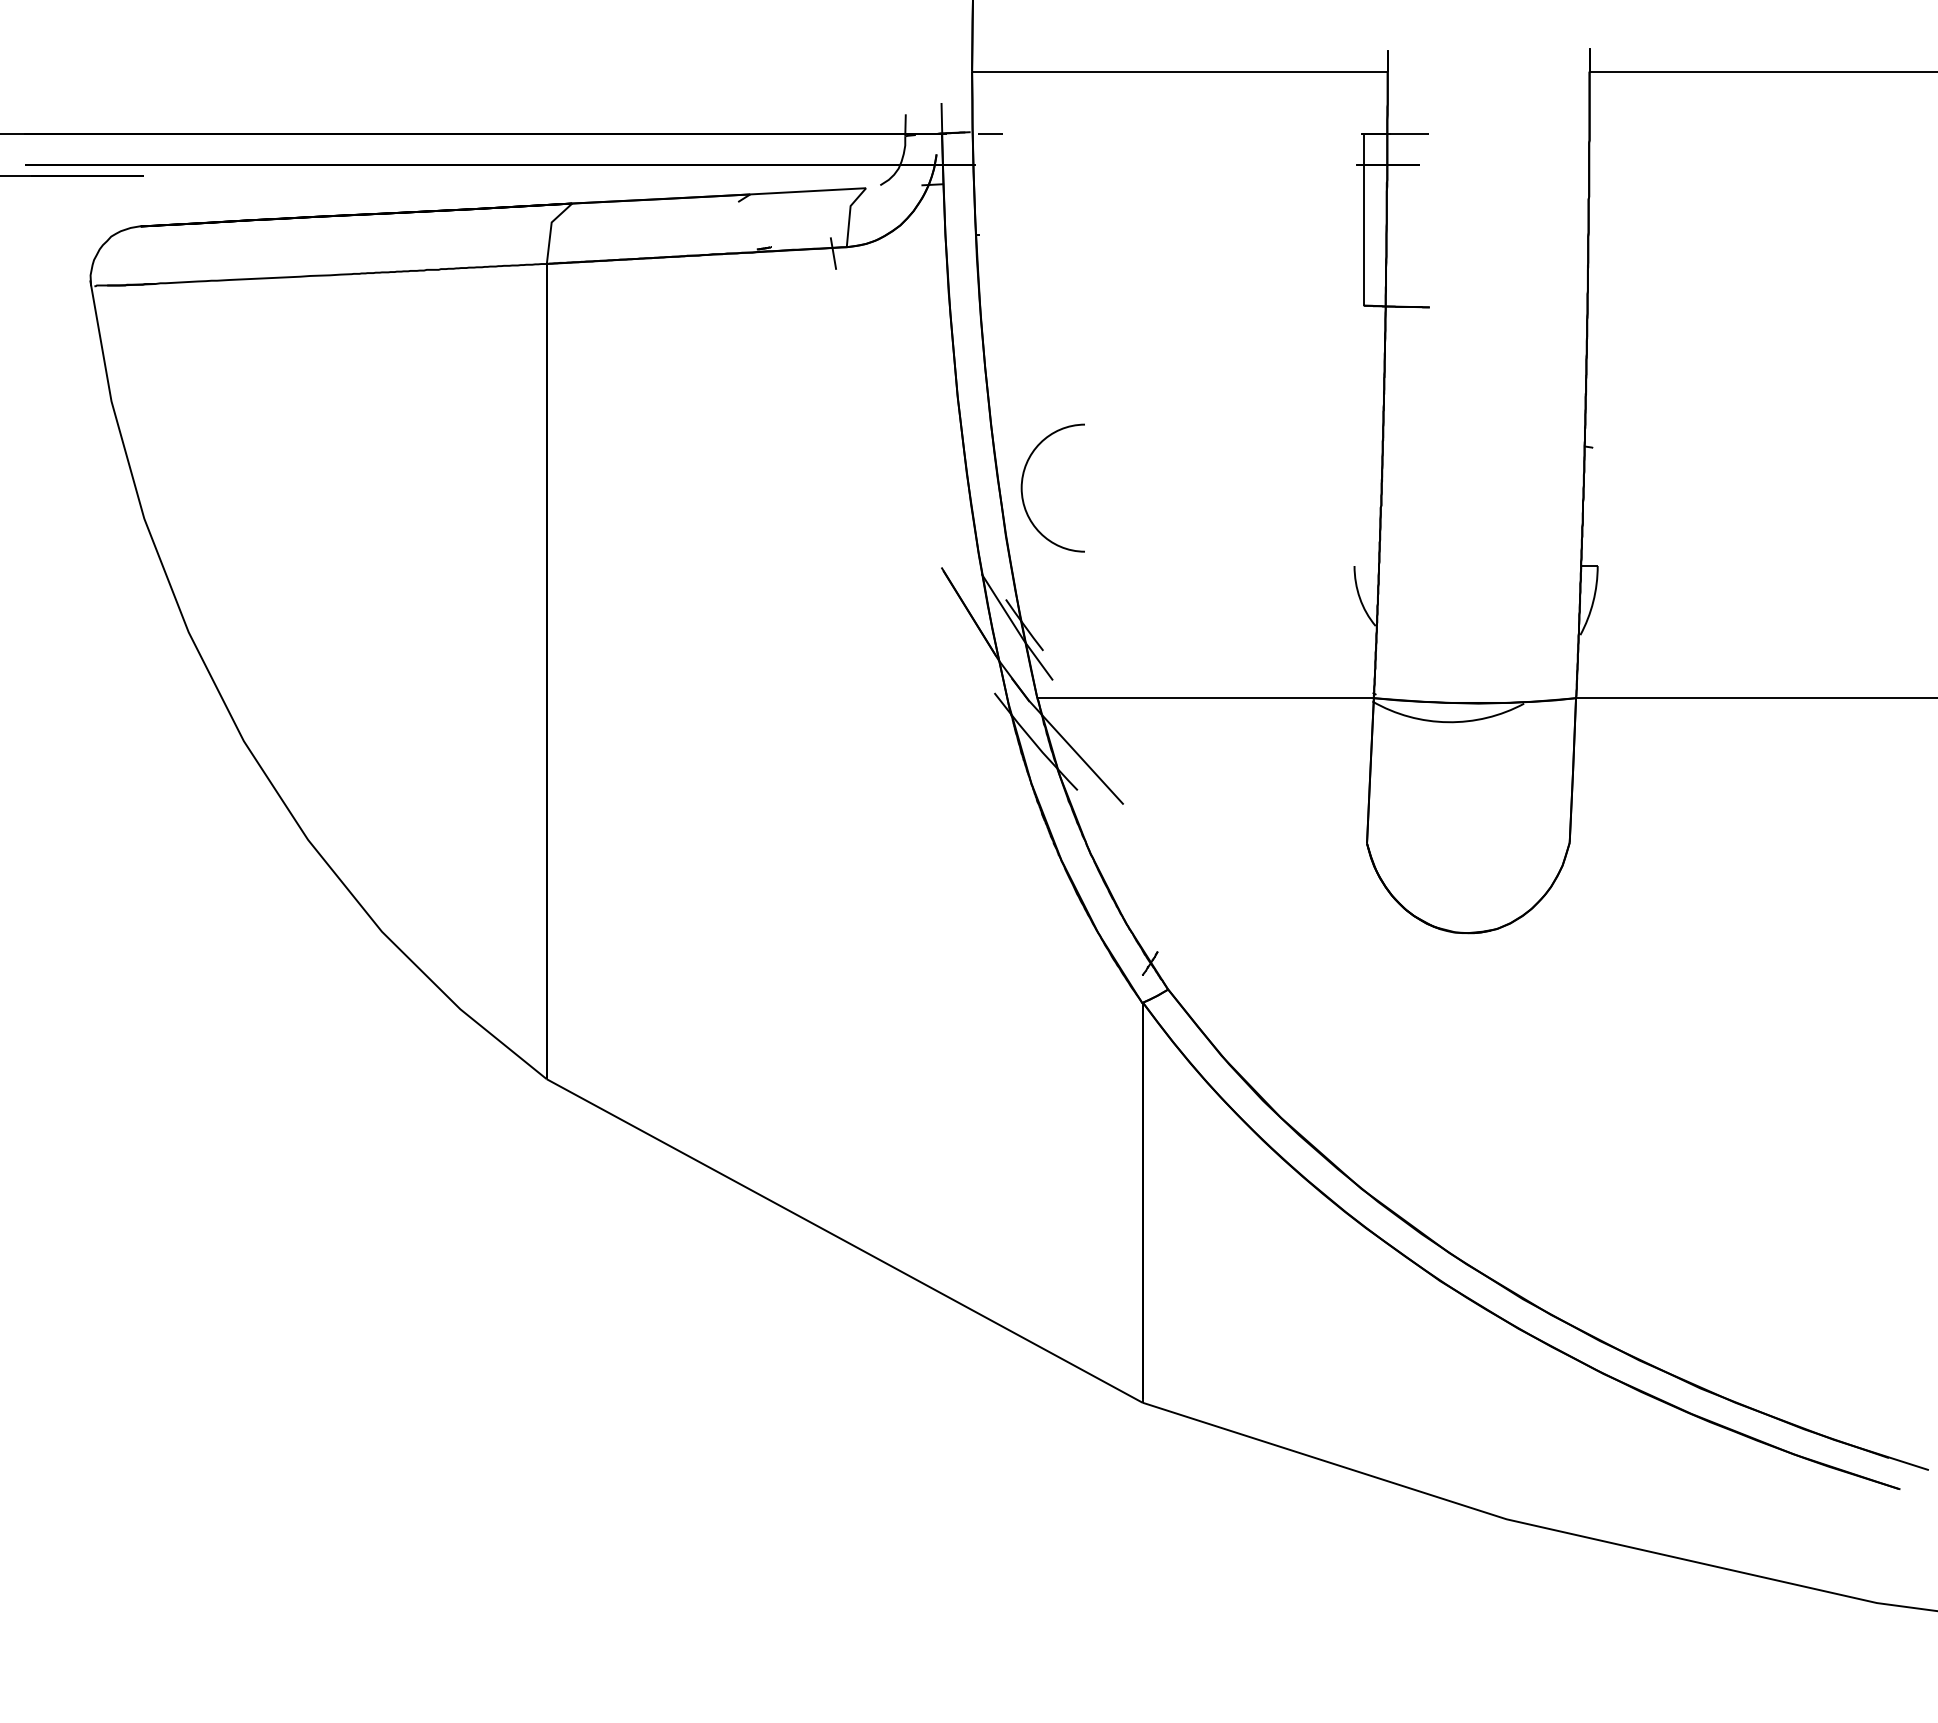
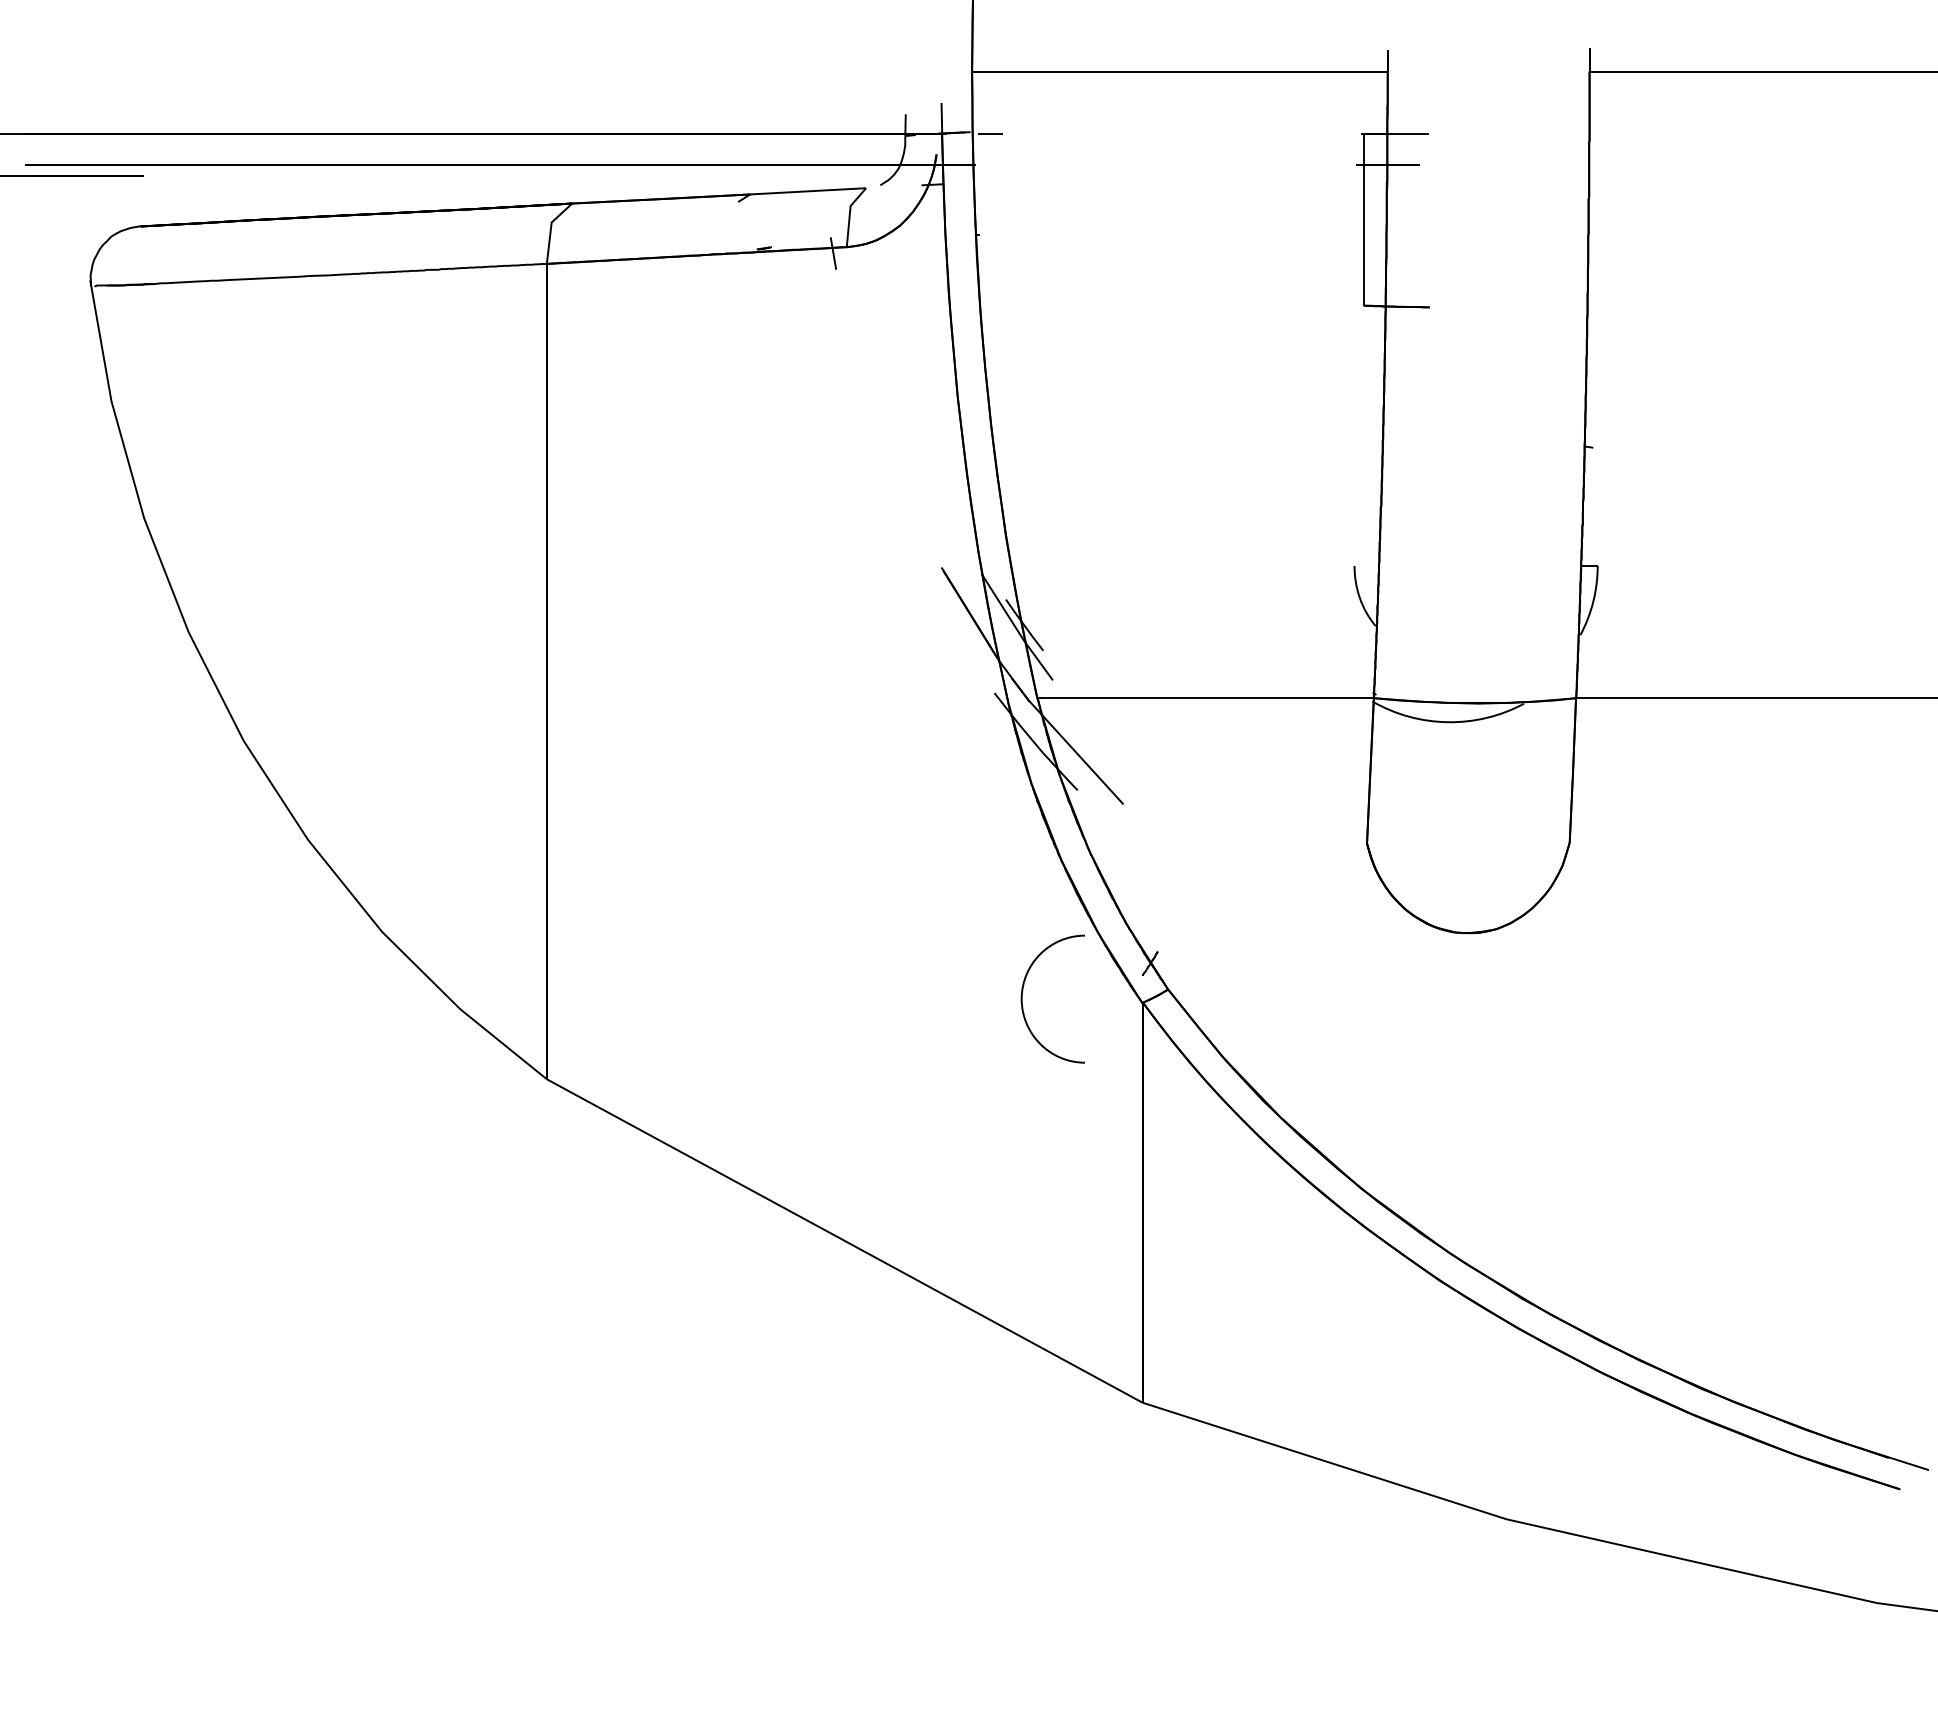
curve at (1023, 480) position: (1023, 480) -> (1023, 991)
